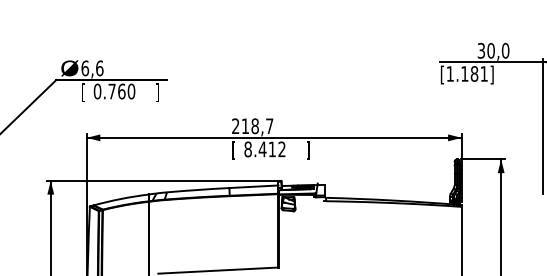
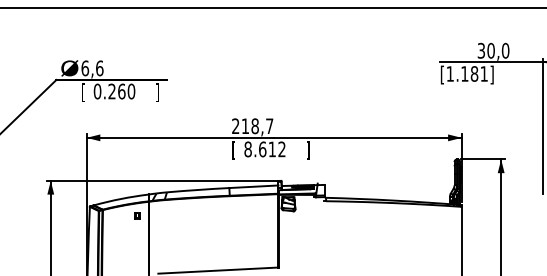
line at (272, 8): none -> present
text at (111, 91): 0.760 -> 0.260
text at (262, 149): 8.412 -> 8.612
part at (137, 215): none -> present
